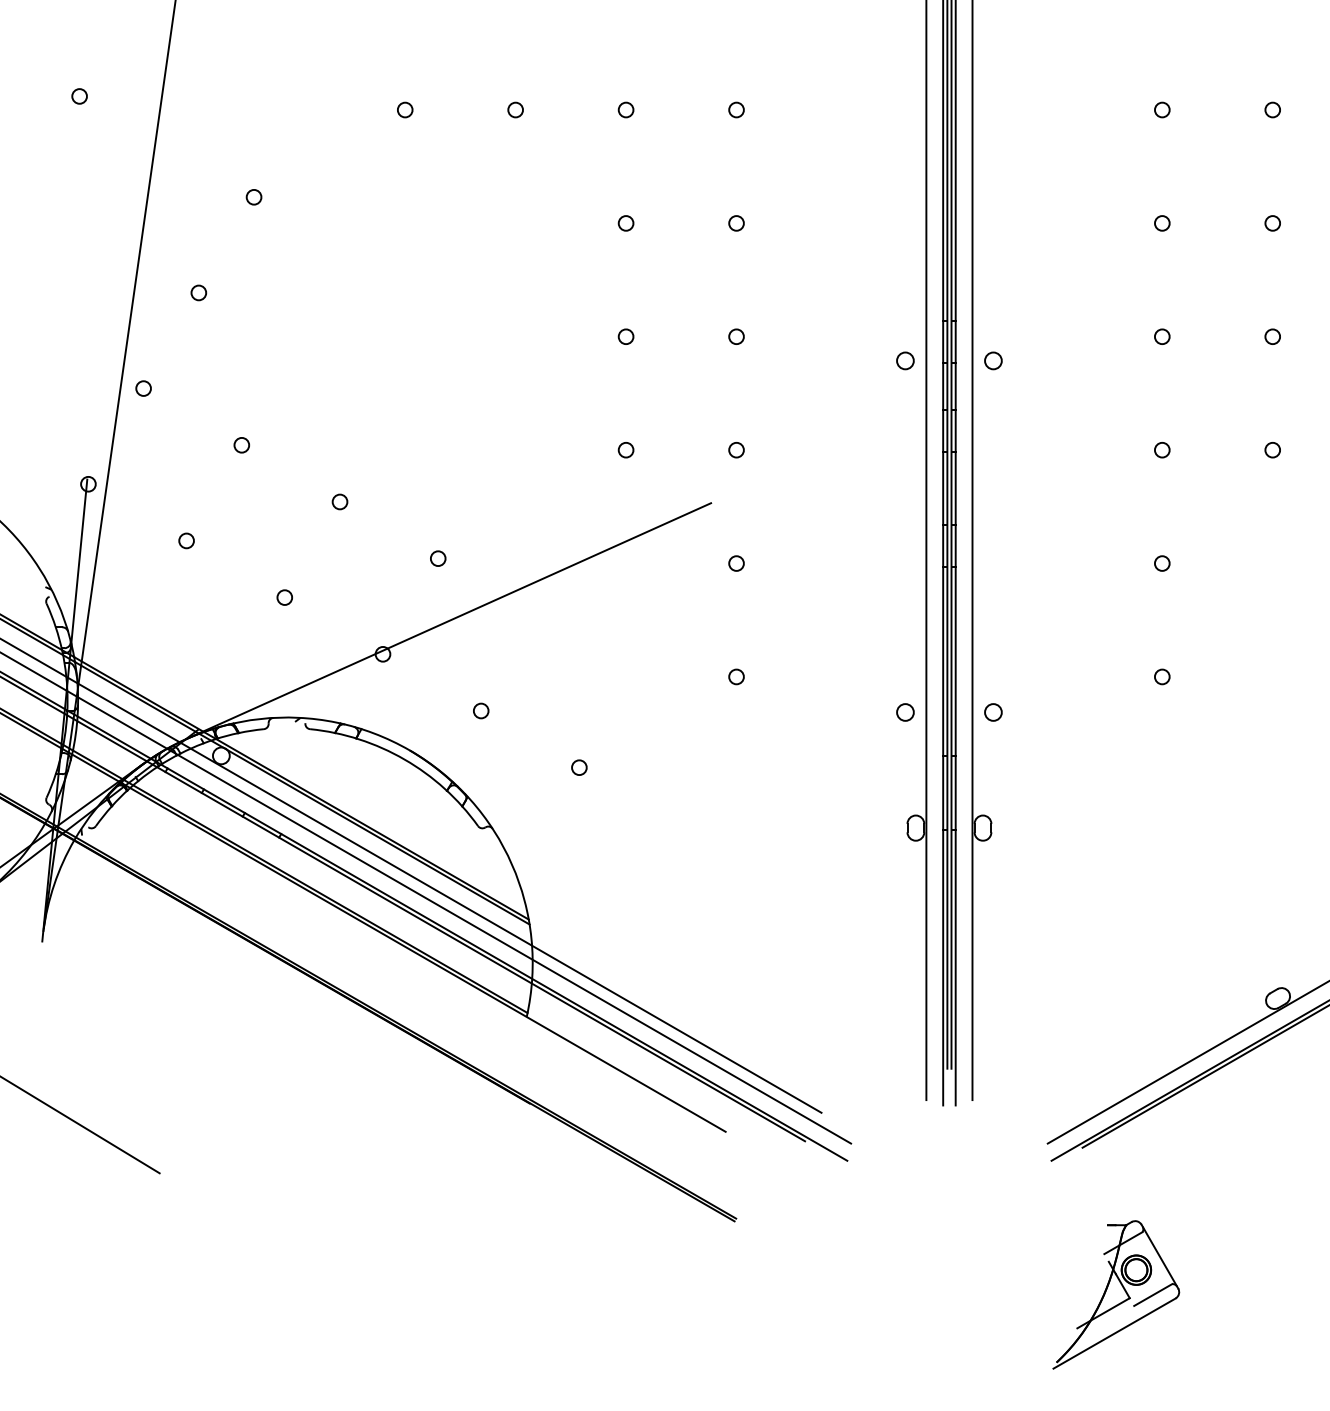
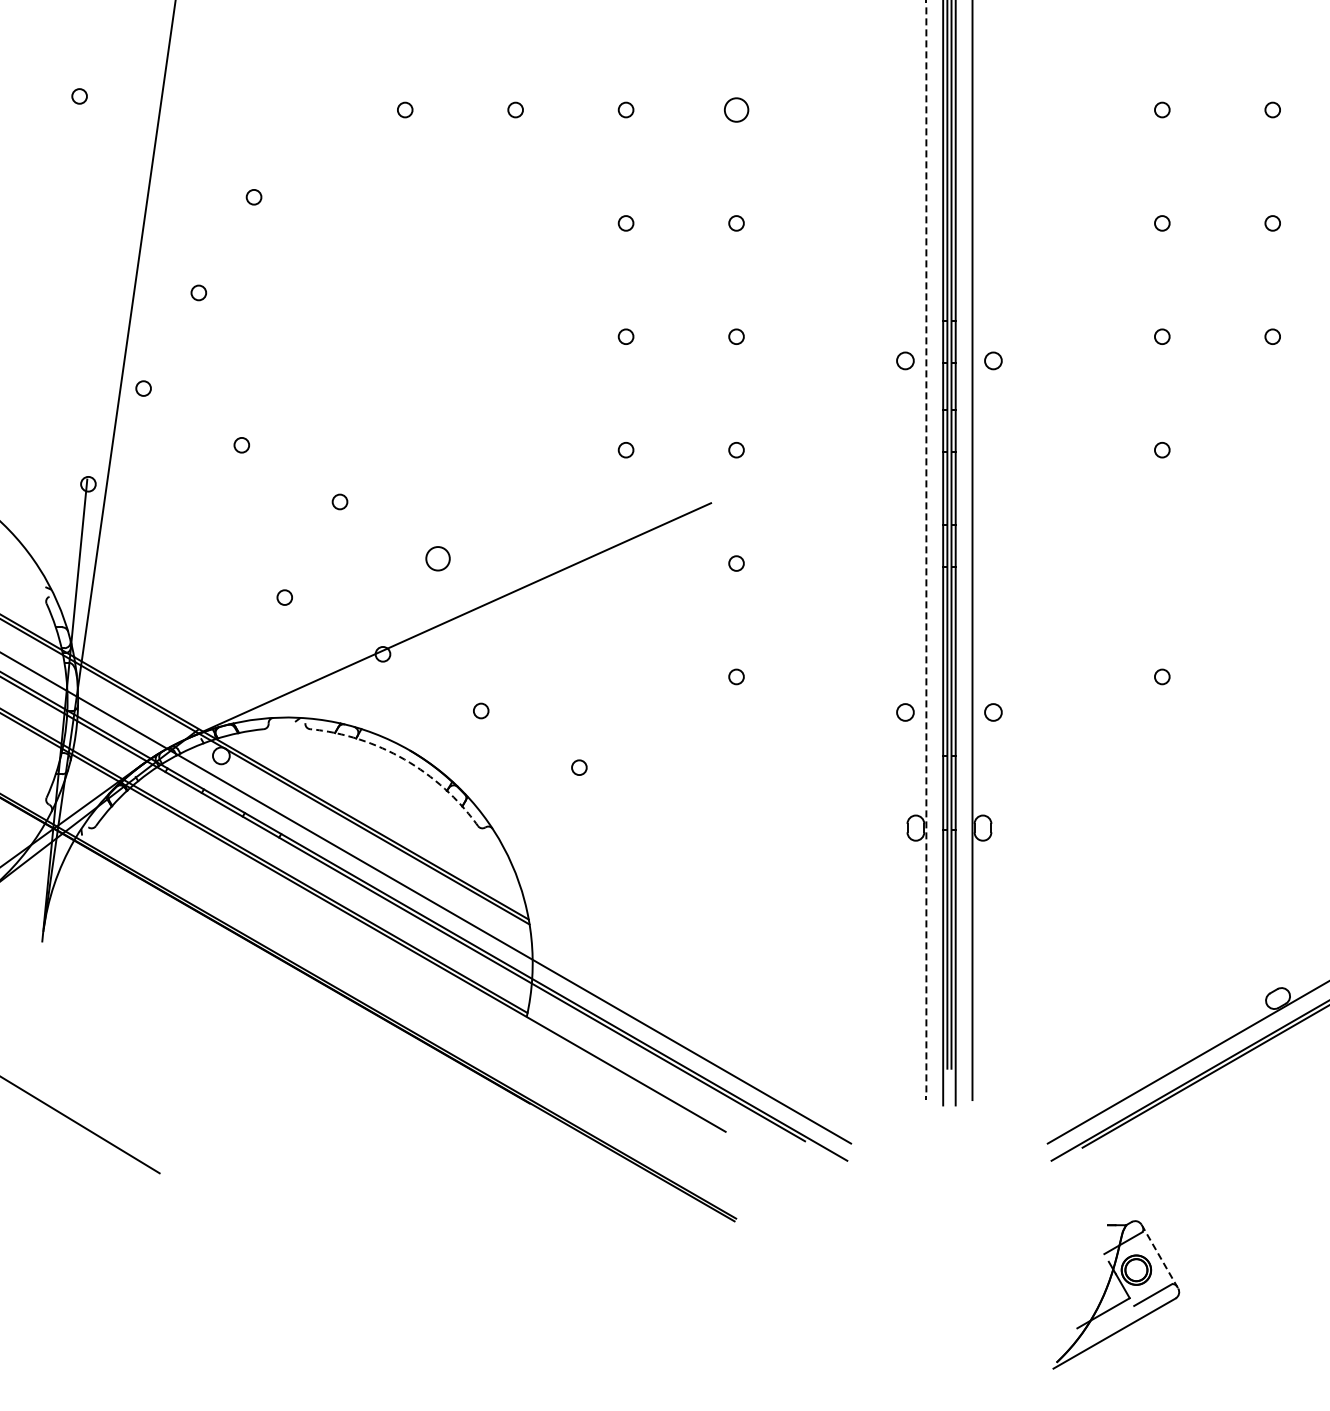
circle at (736, 109) size: 17x18 px -> 26x26 px
circle at (1272, 450): present -> none
circle at (186, 540): present -> none
line at (926, 550): solid -> dashed
circle at (438, 558) size: 17x17 px -> 26x26 px
circle at (1162, 563): present -> none
arc at (404, 759): solid -> dashed
line at (411, 876): present -> none
line at (1159, 1256): solid -> dashed
